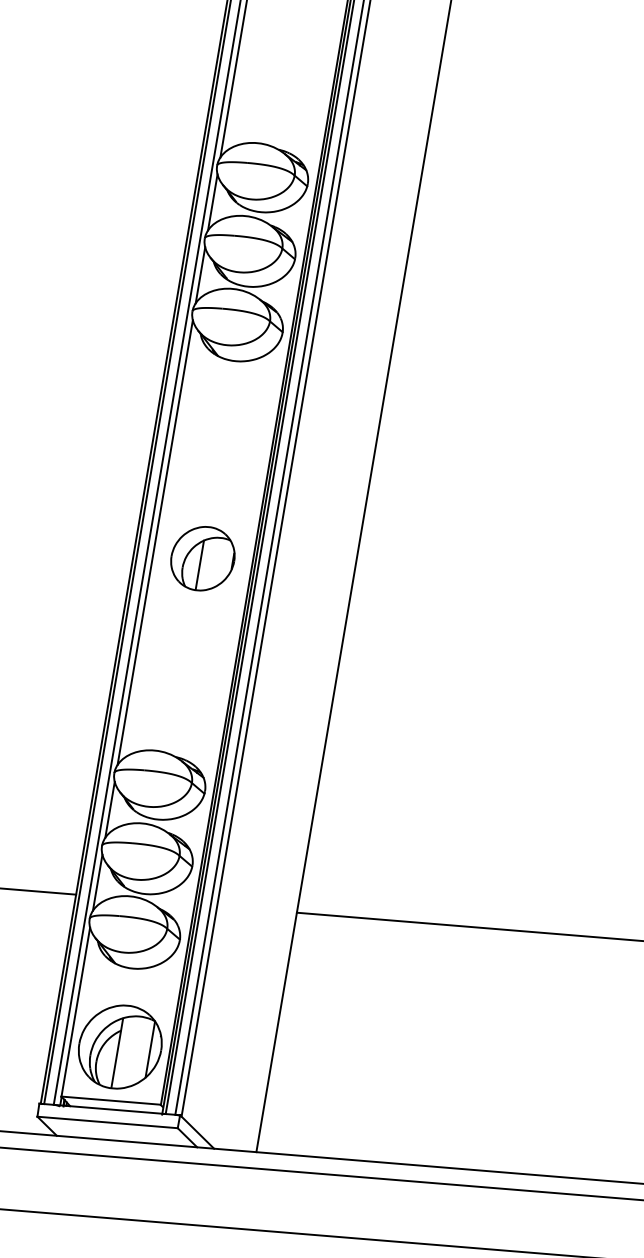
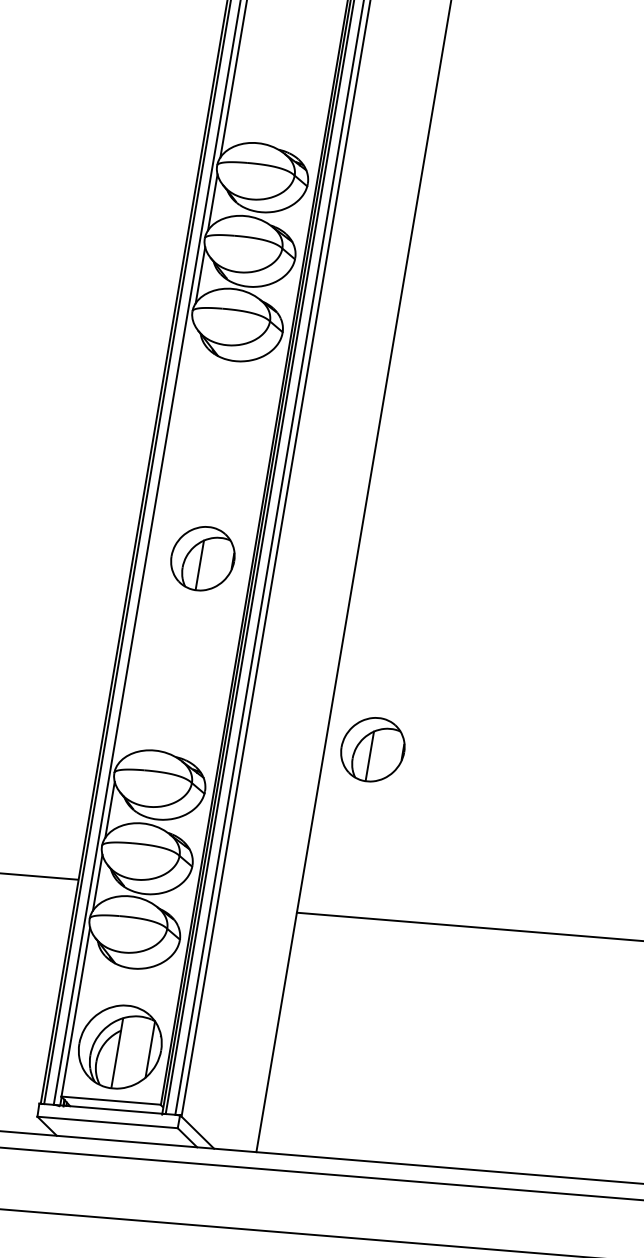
line at (154, 542): present -> none
part at (372, 749): none -> present
line at (39, 891) position: (39, 891) -> (39, 876)
